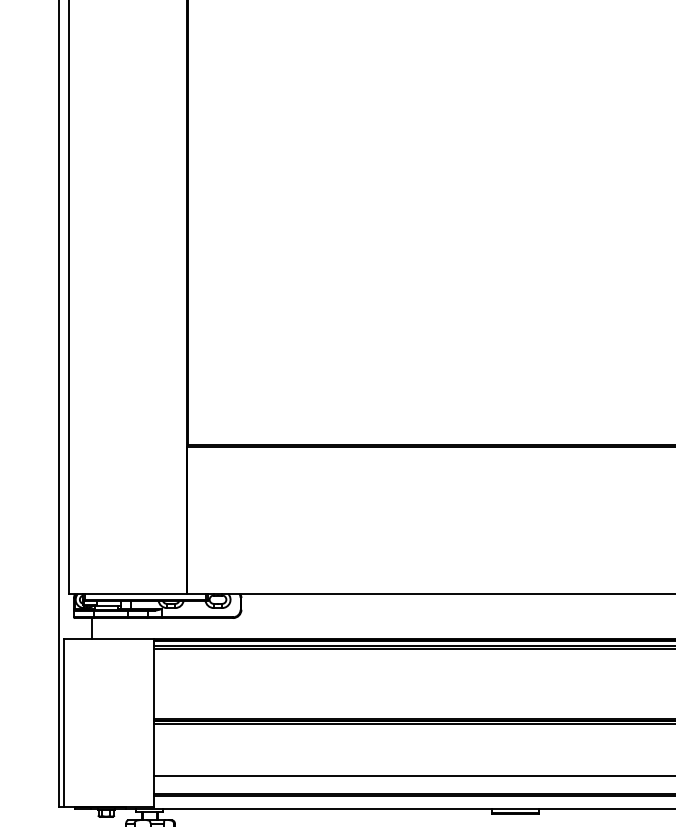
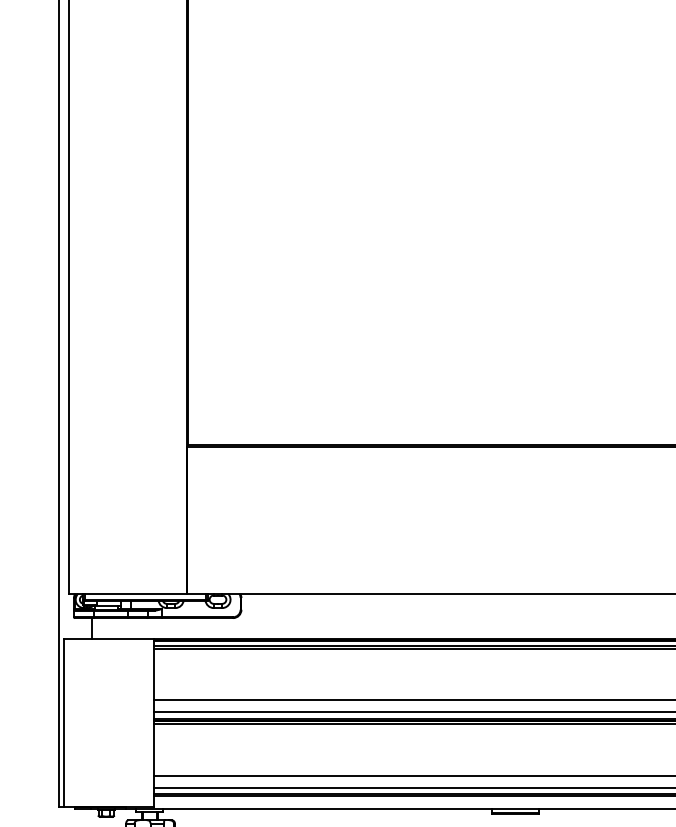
line at (413, 700): none -> present
line at (413, 712): none -> present
line at (413, 787): none -> present
